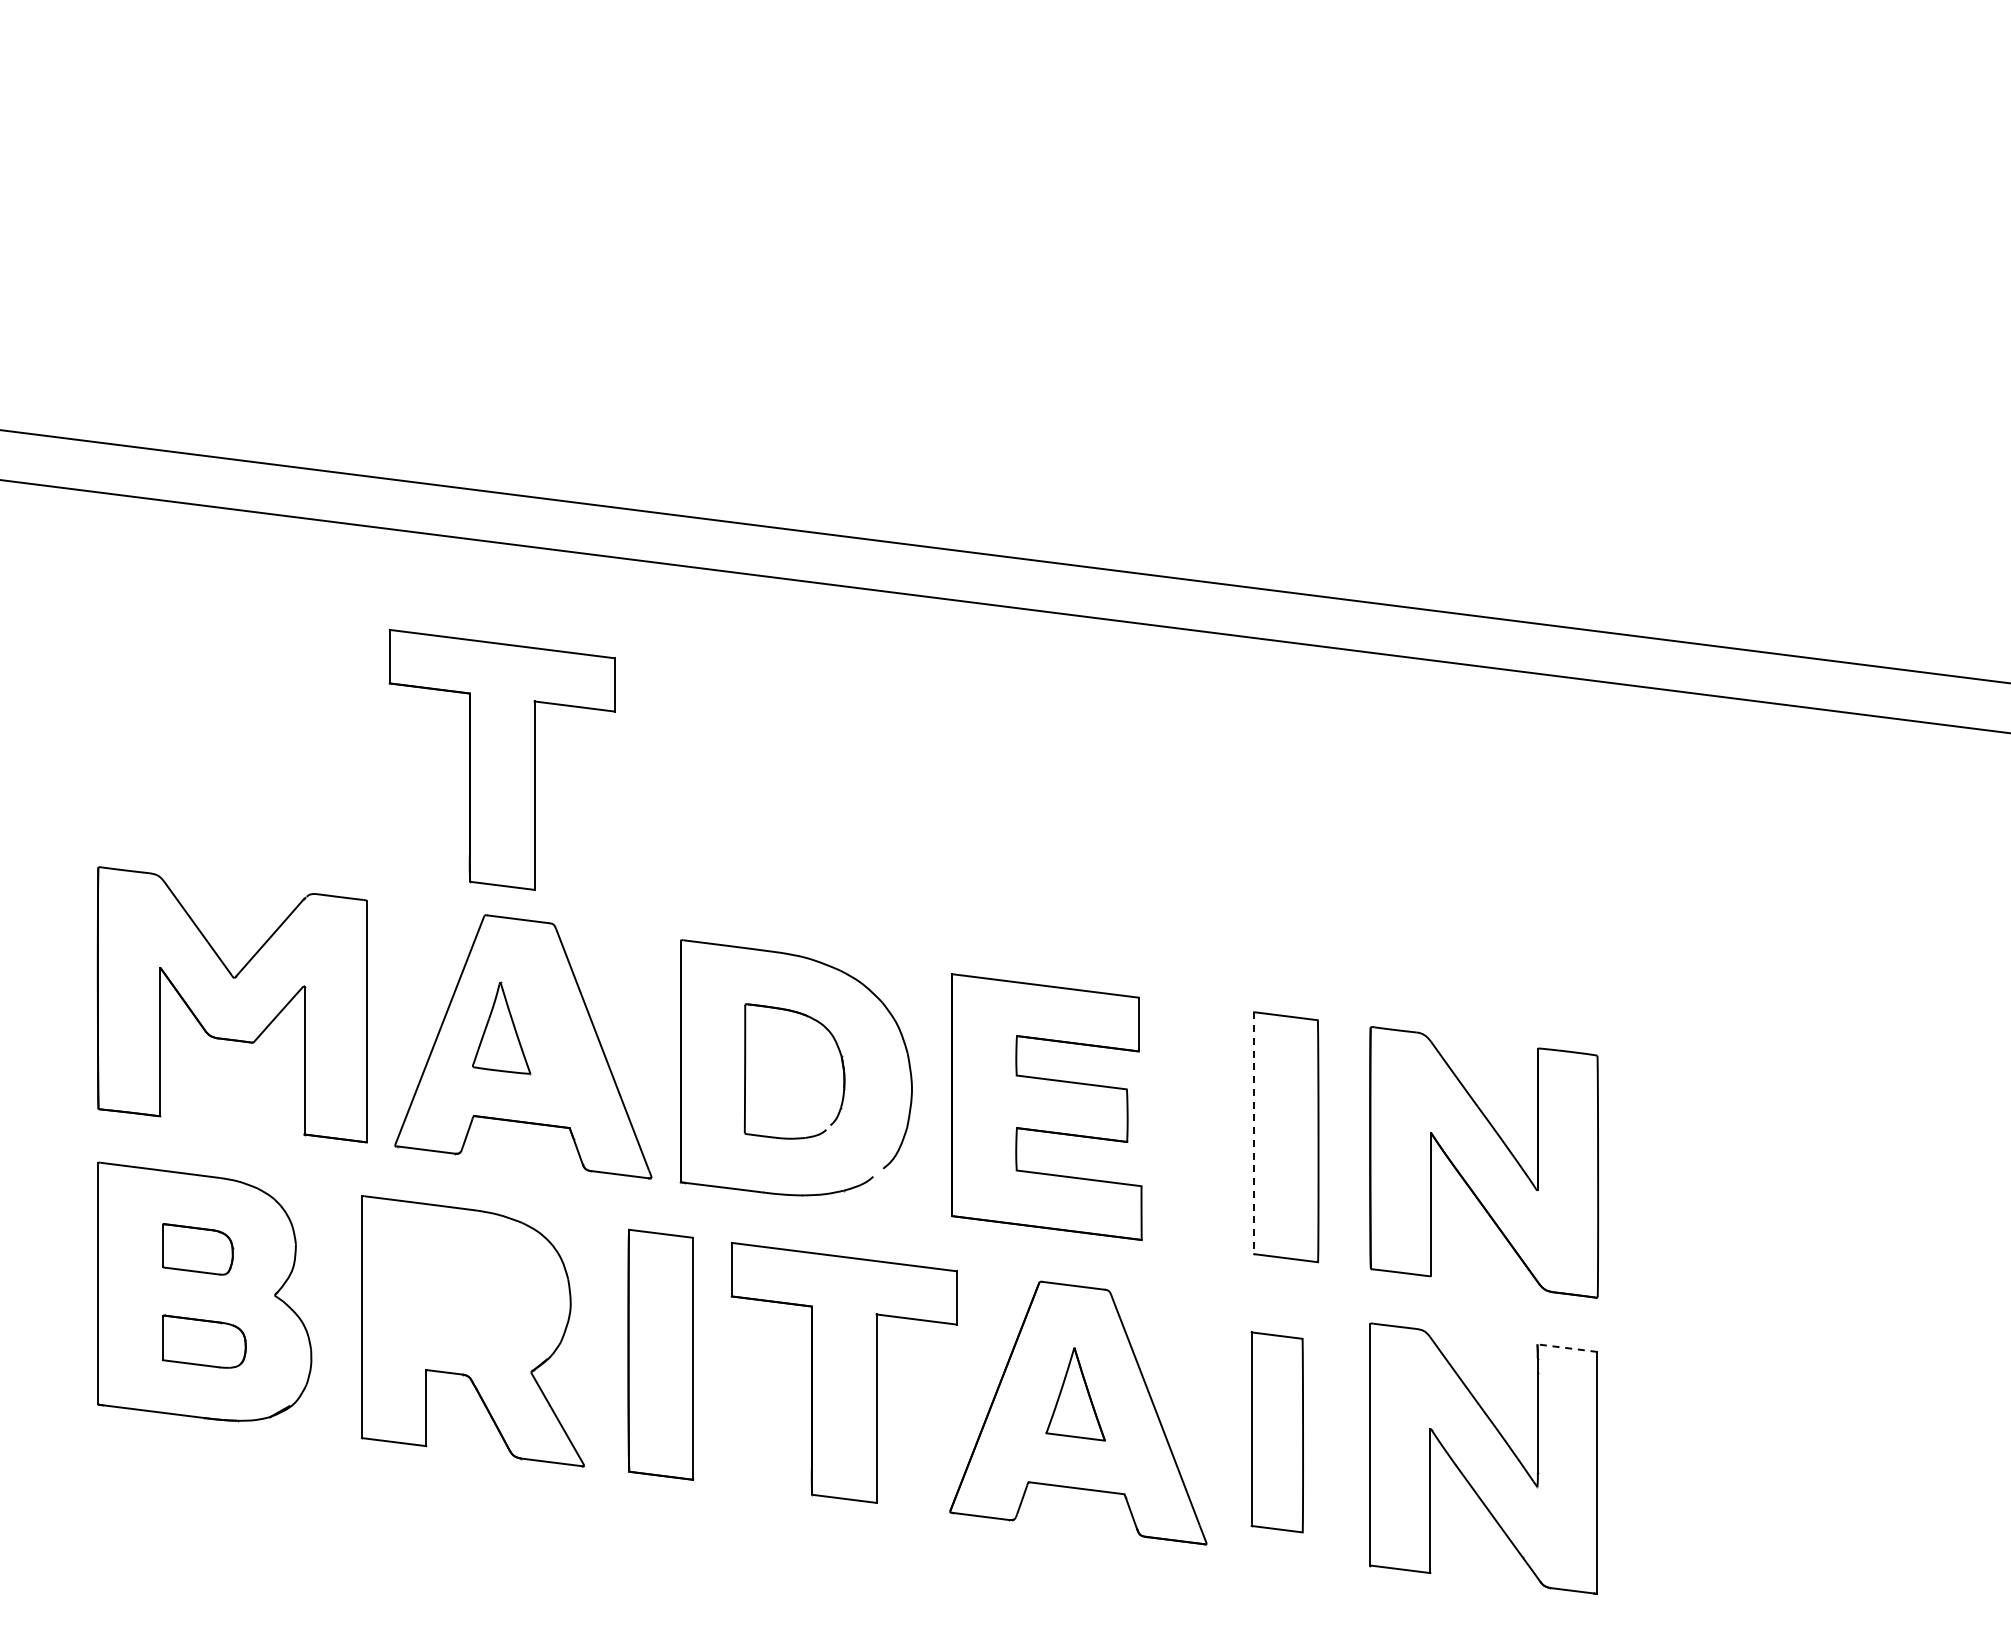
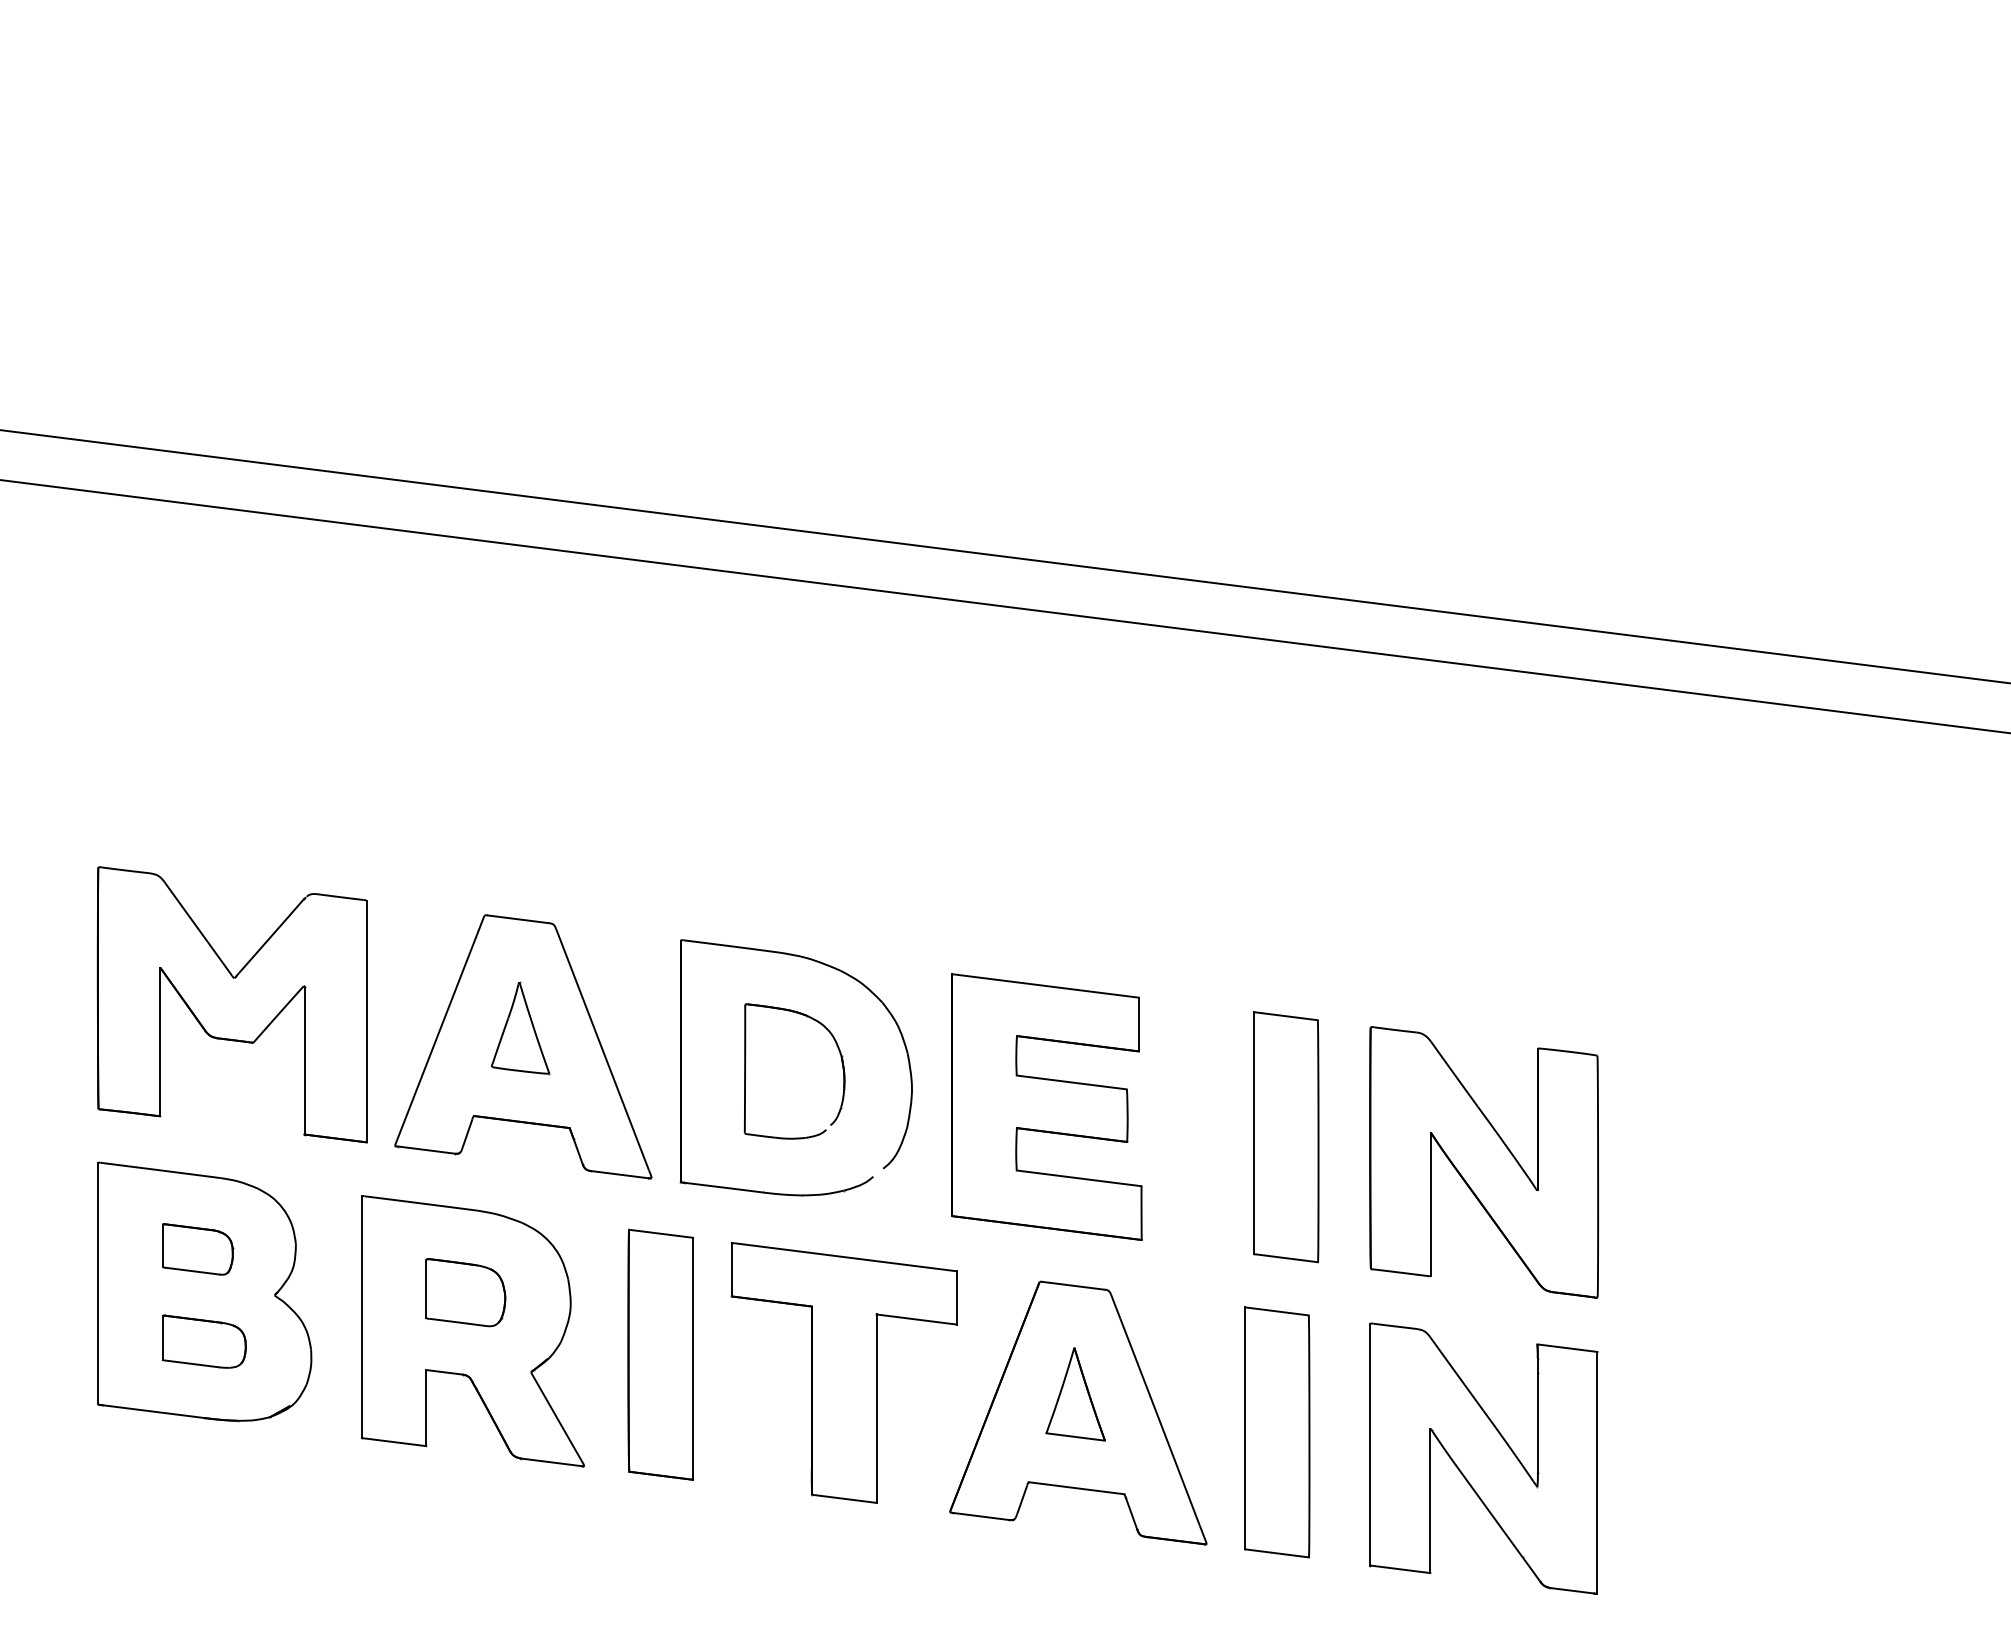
part at (501, 759): present -> none
part at (501, 1028) position: (501, 1028) -> (520, 1028)
line at (1254, 1133): dashed -> solid
part at (465, 1292): none -> present
line at (1566, 1348): dashed -> solid
part at (1276, 1432) size: 54x203 px -> 67x253 px
